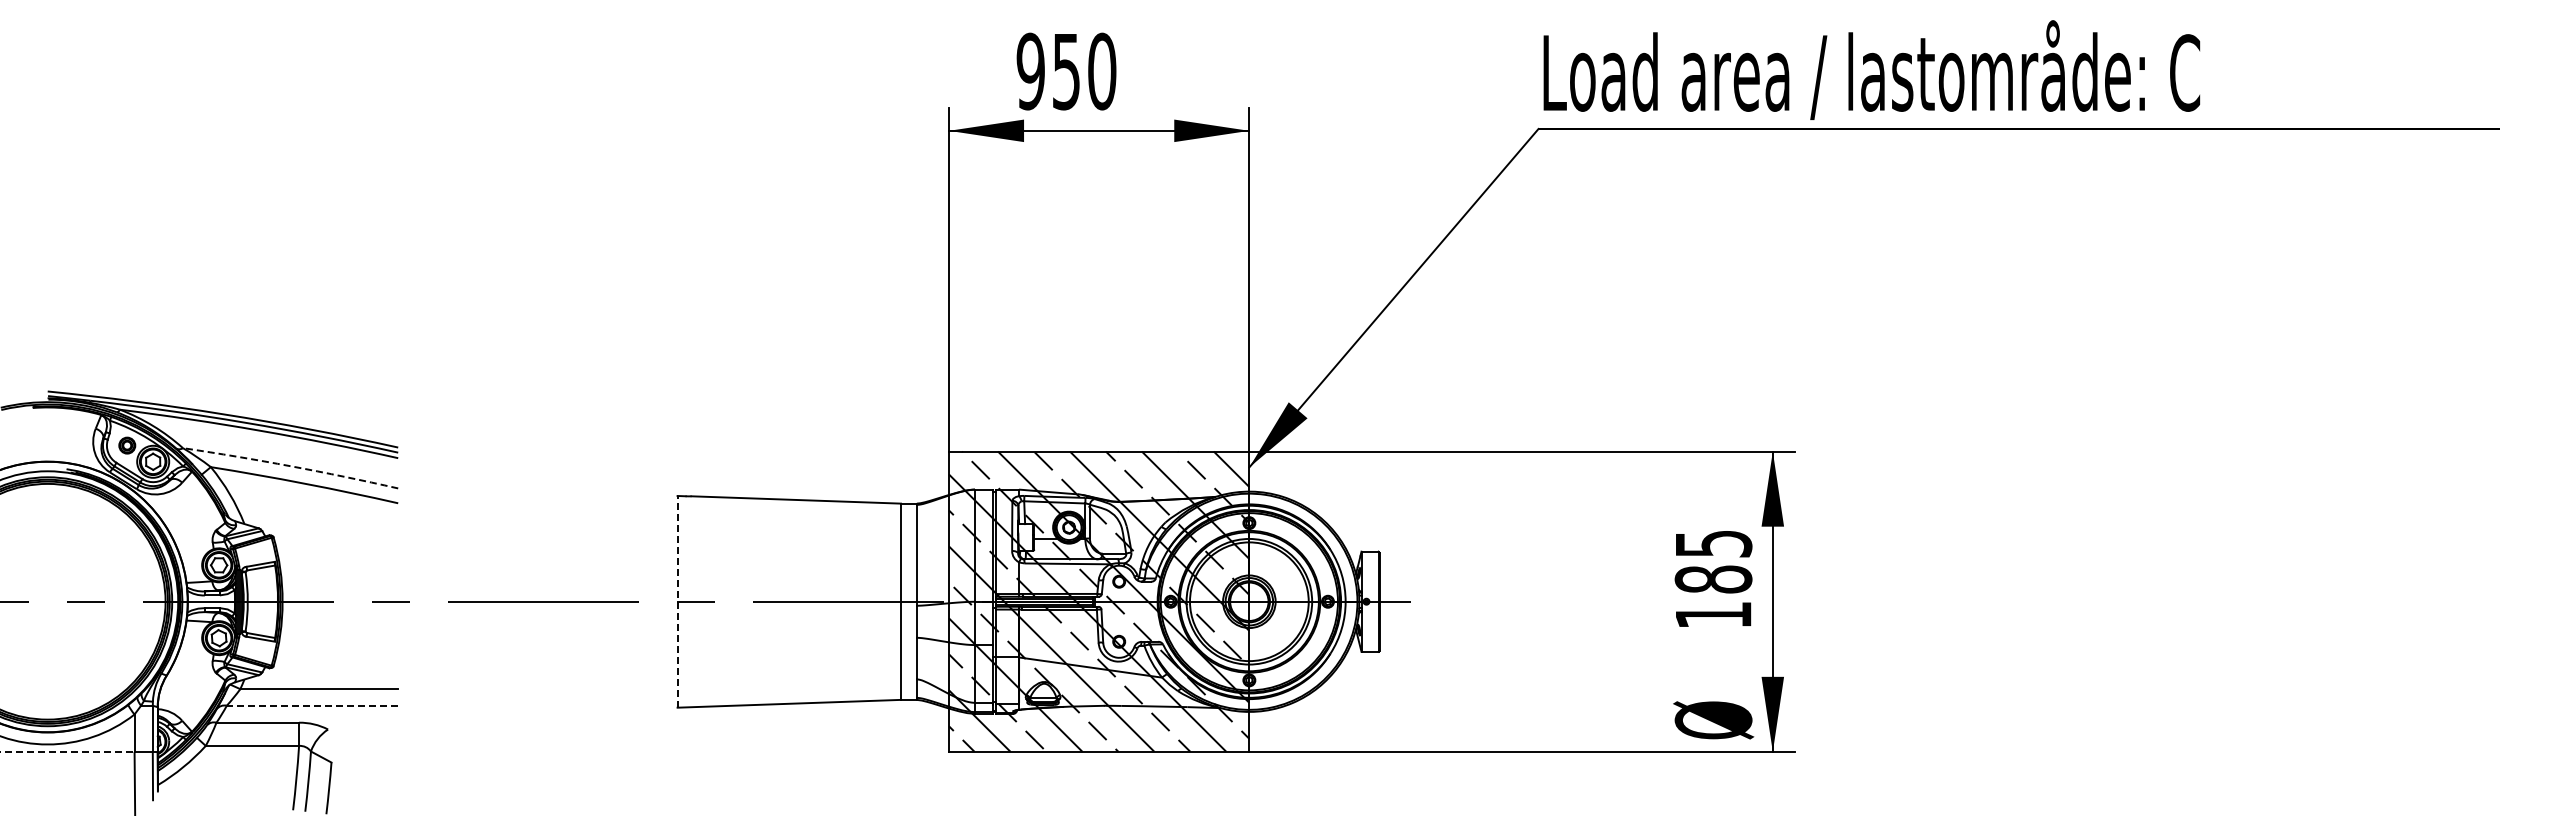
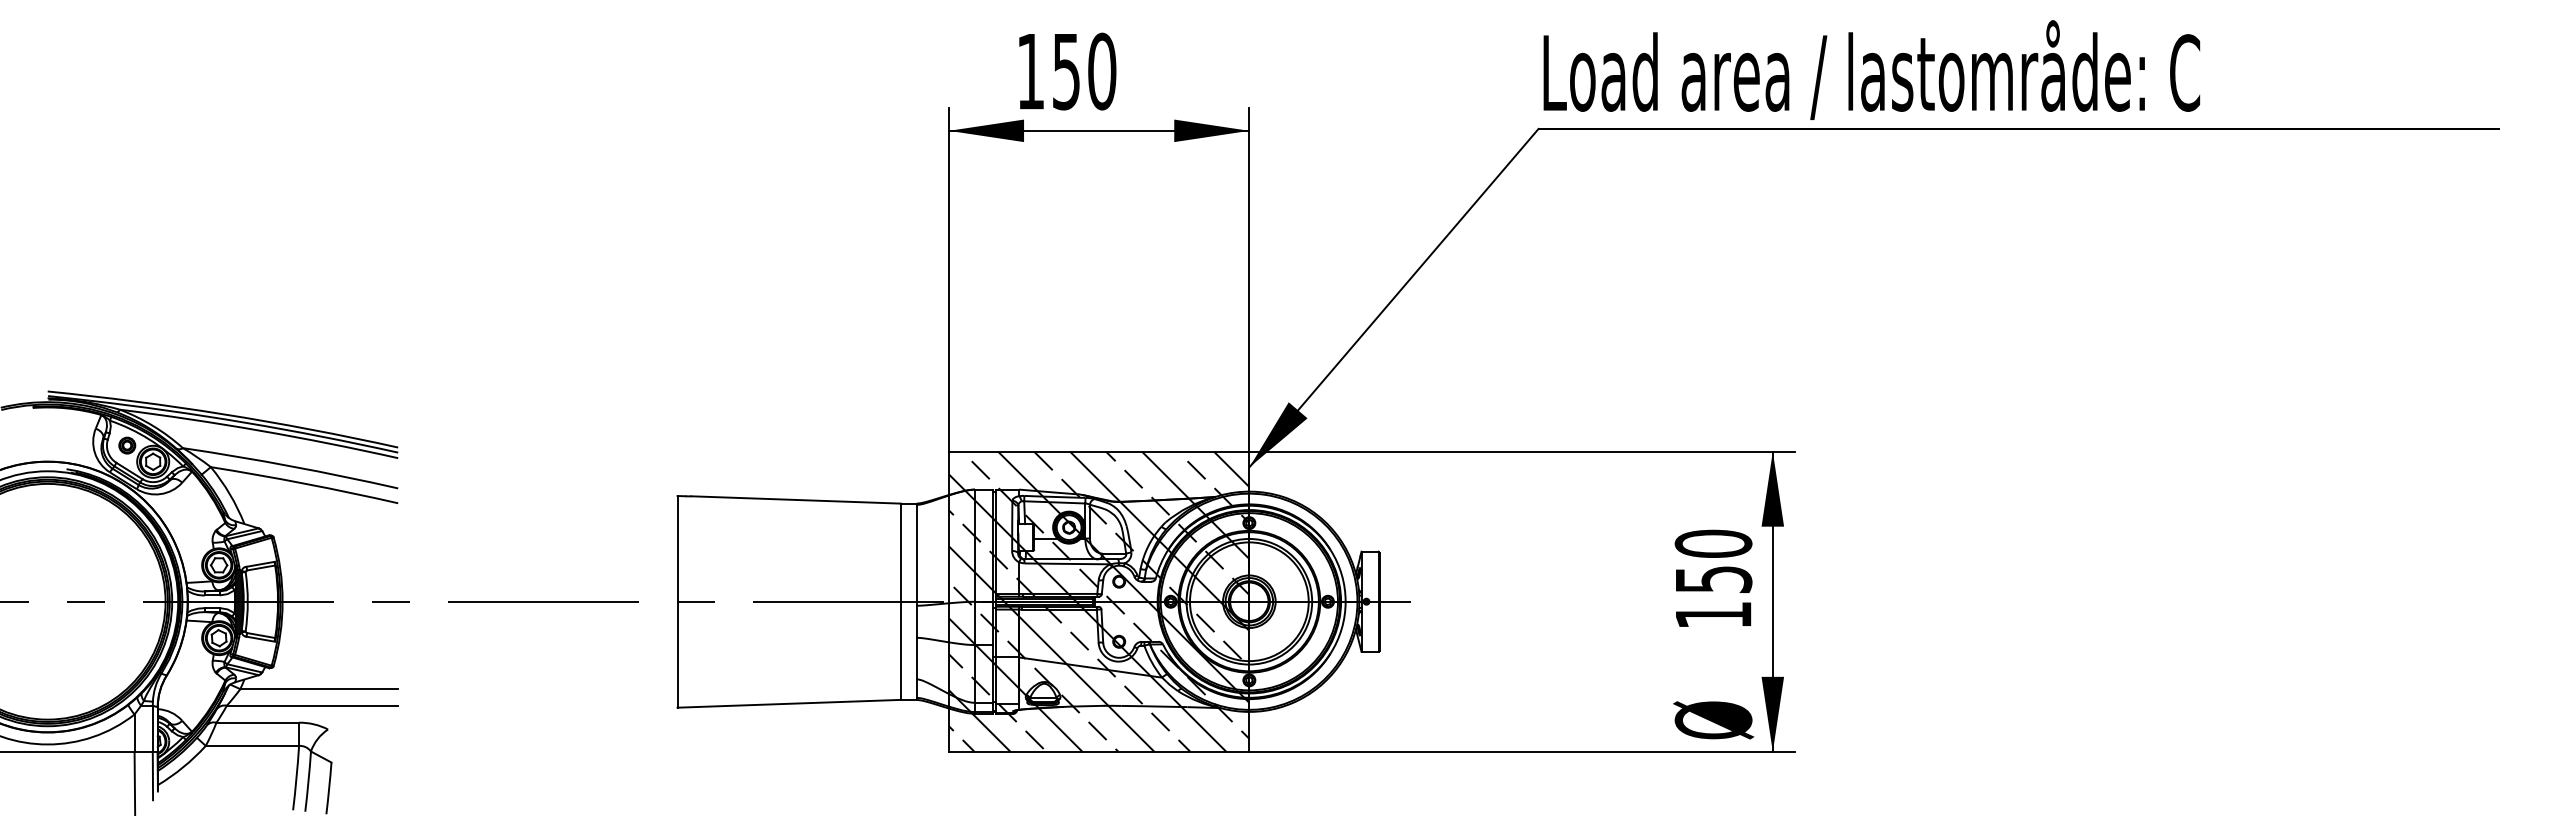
text at (1030, 71): 950 -> 150
arc at (290, 466): dashed -> solid
text at (1713, 561): 185 -> 150
line at (677, 601): dashed -> solid
line at (312, 705): dashed -> solid
line at (67, 751): dashed -> solid
